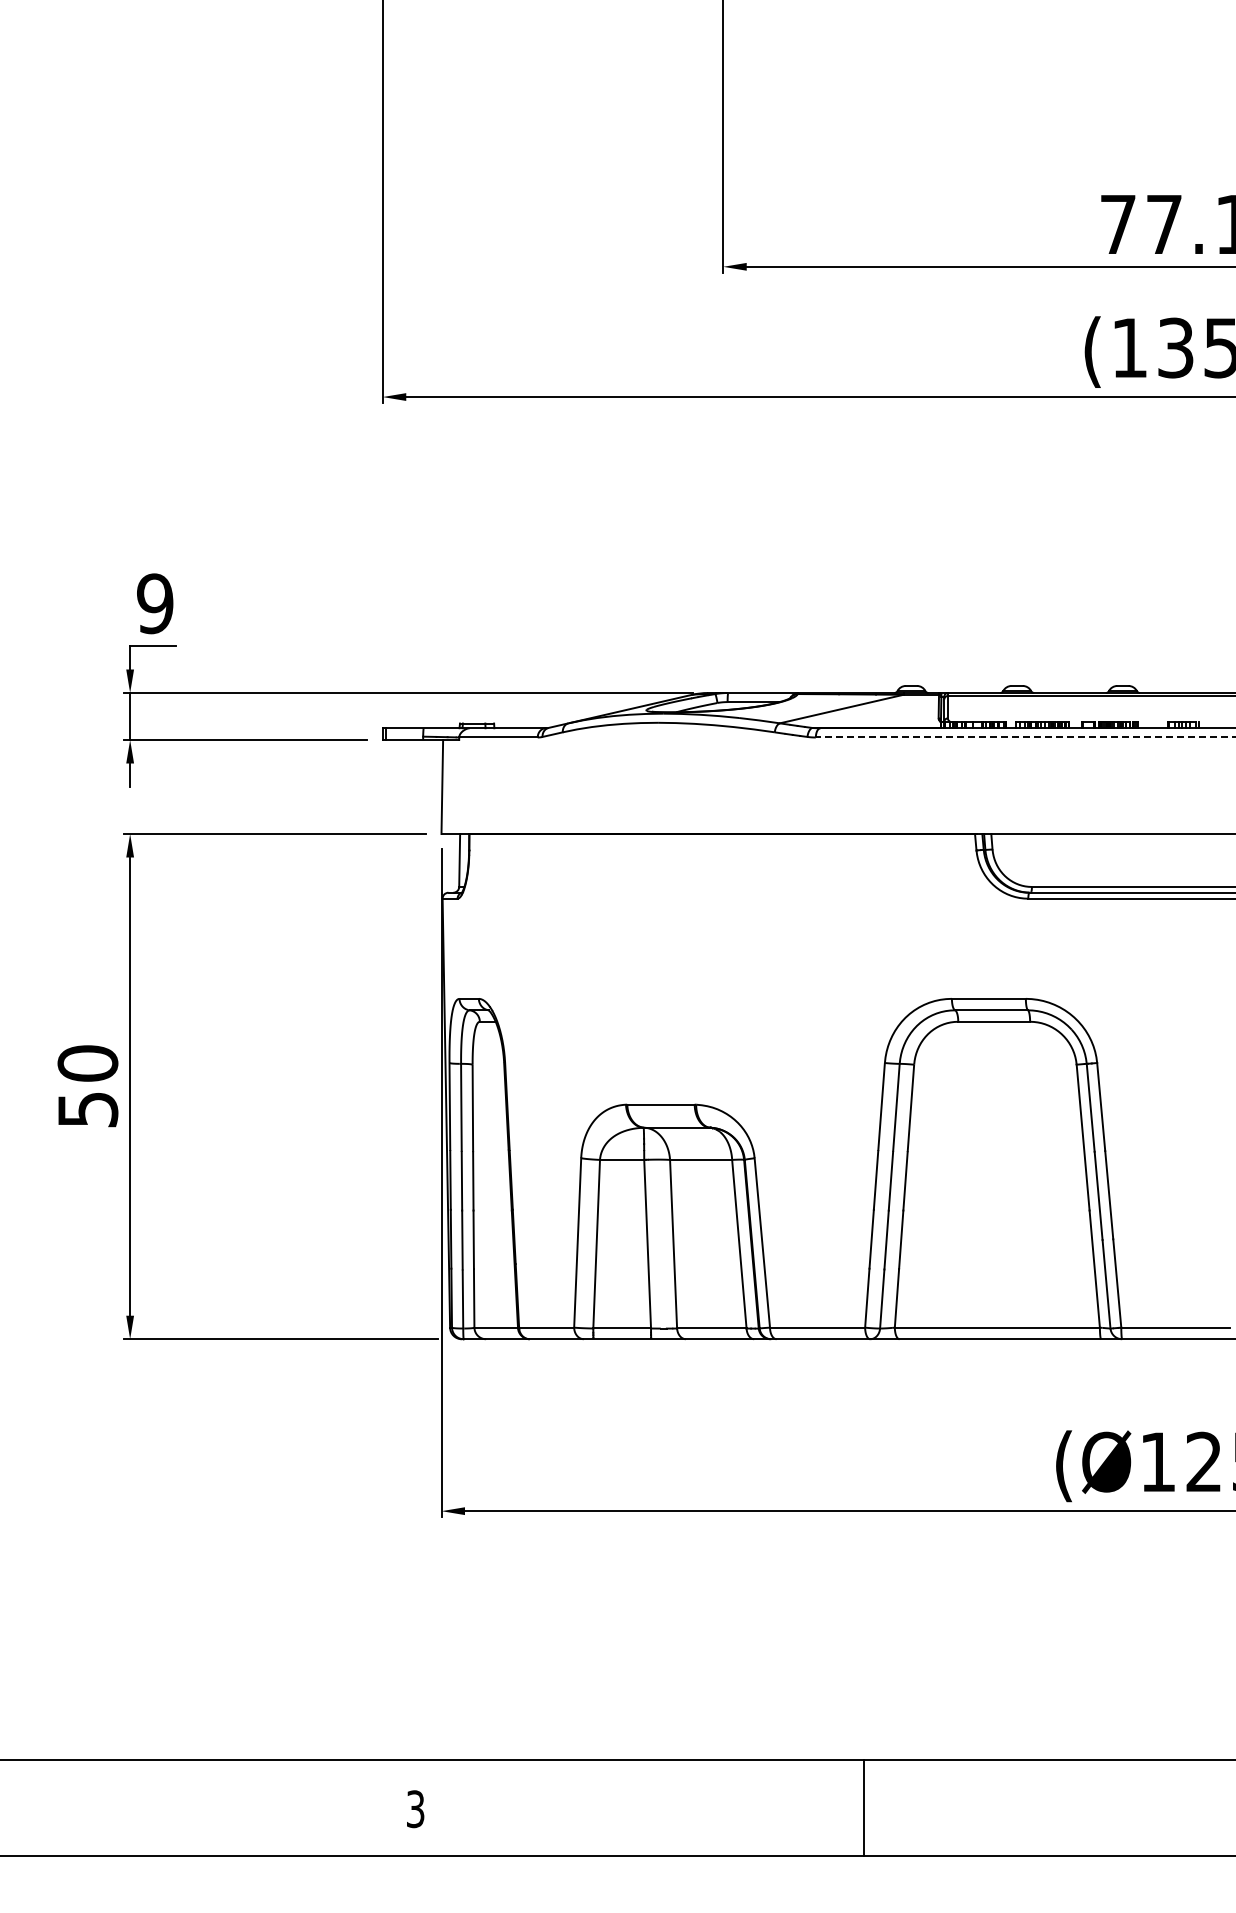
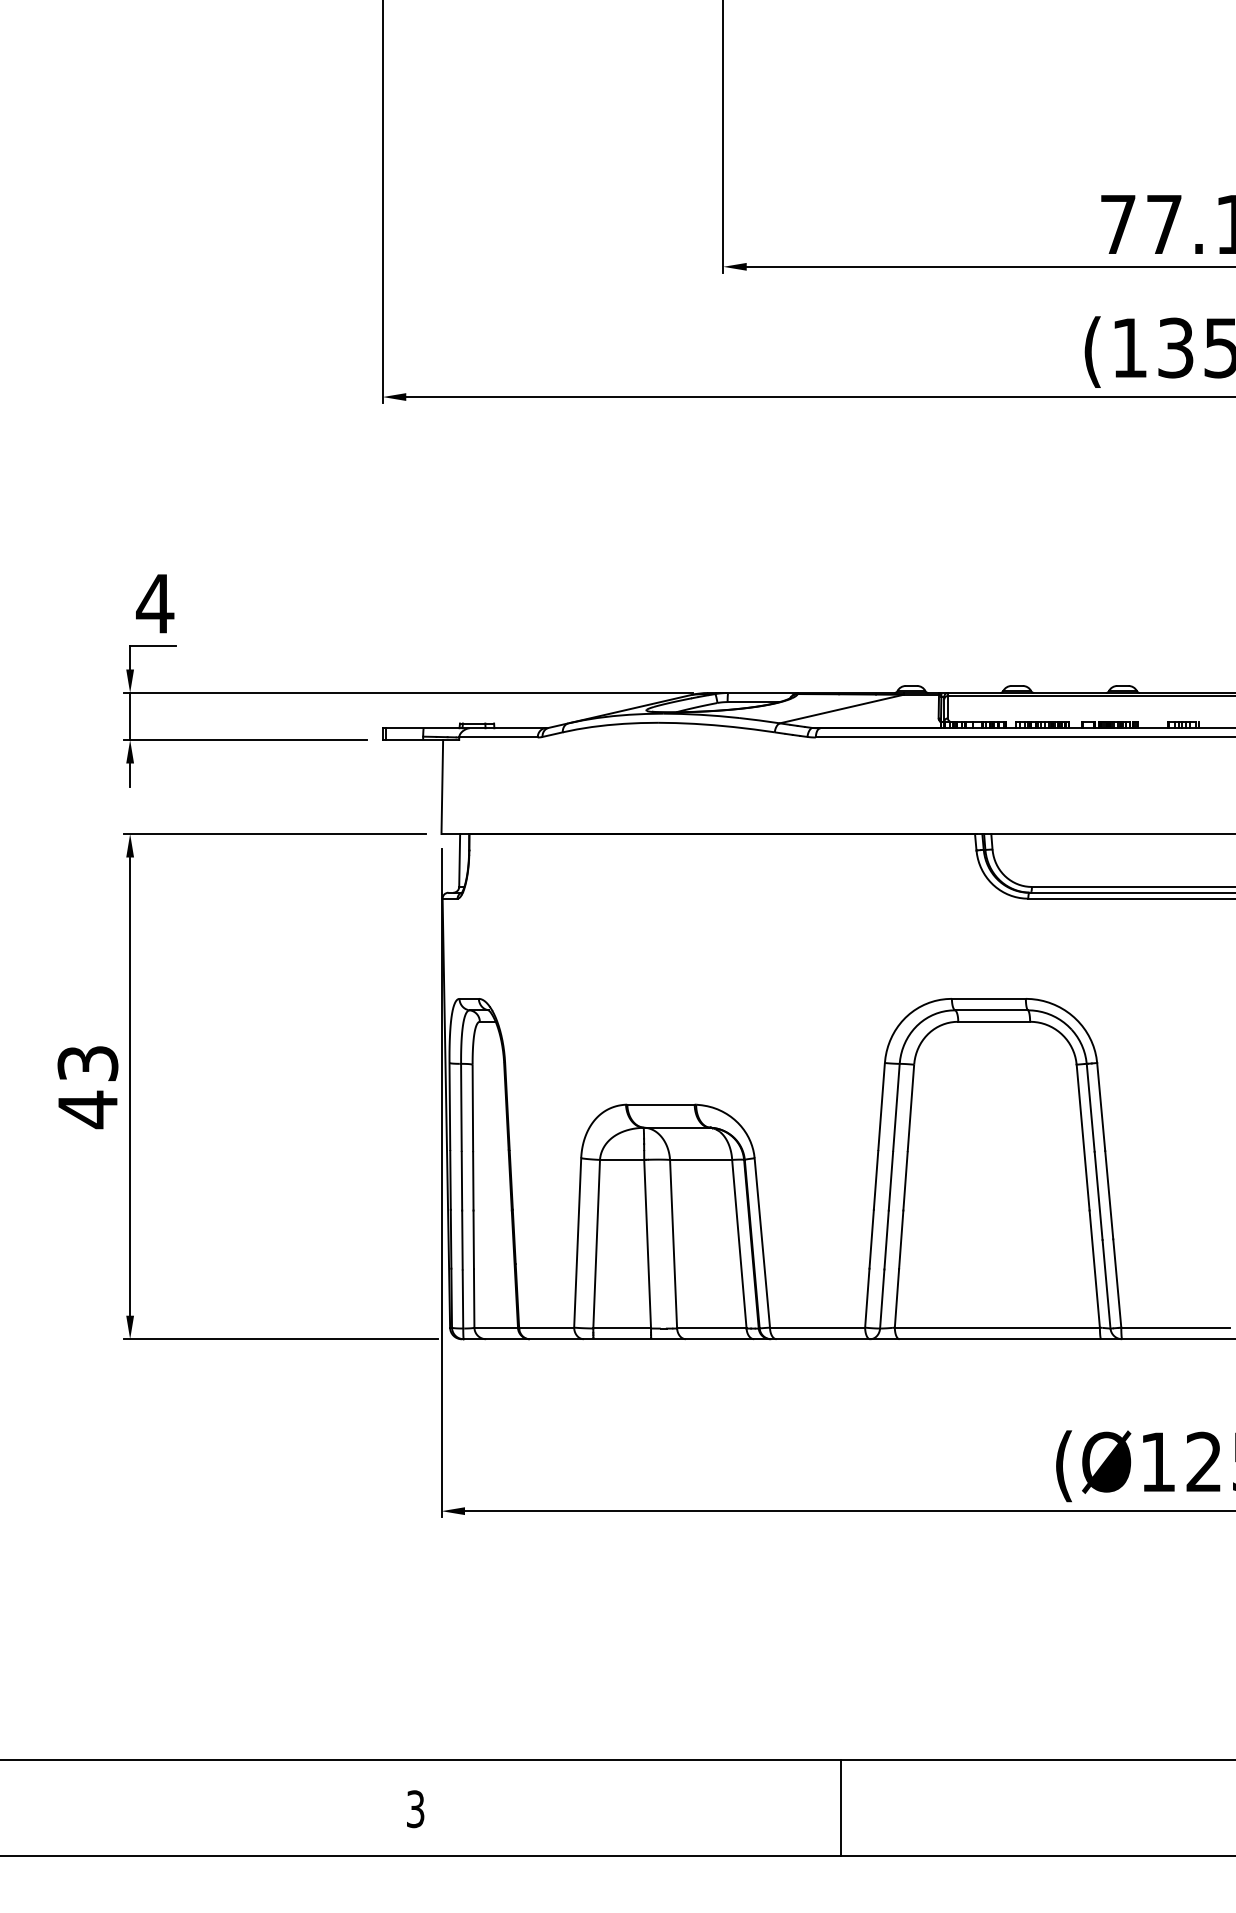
text at (155, 603): 9 -> 4
line at (1025, 737): dashed -> solid
text at (87, 1087): 50 -> 43
line at (864, 1807) position: (864, 1807) -> (841, 1807)
